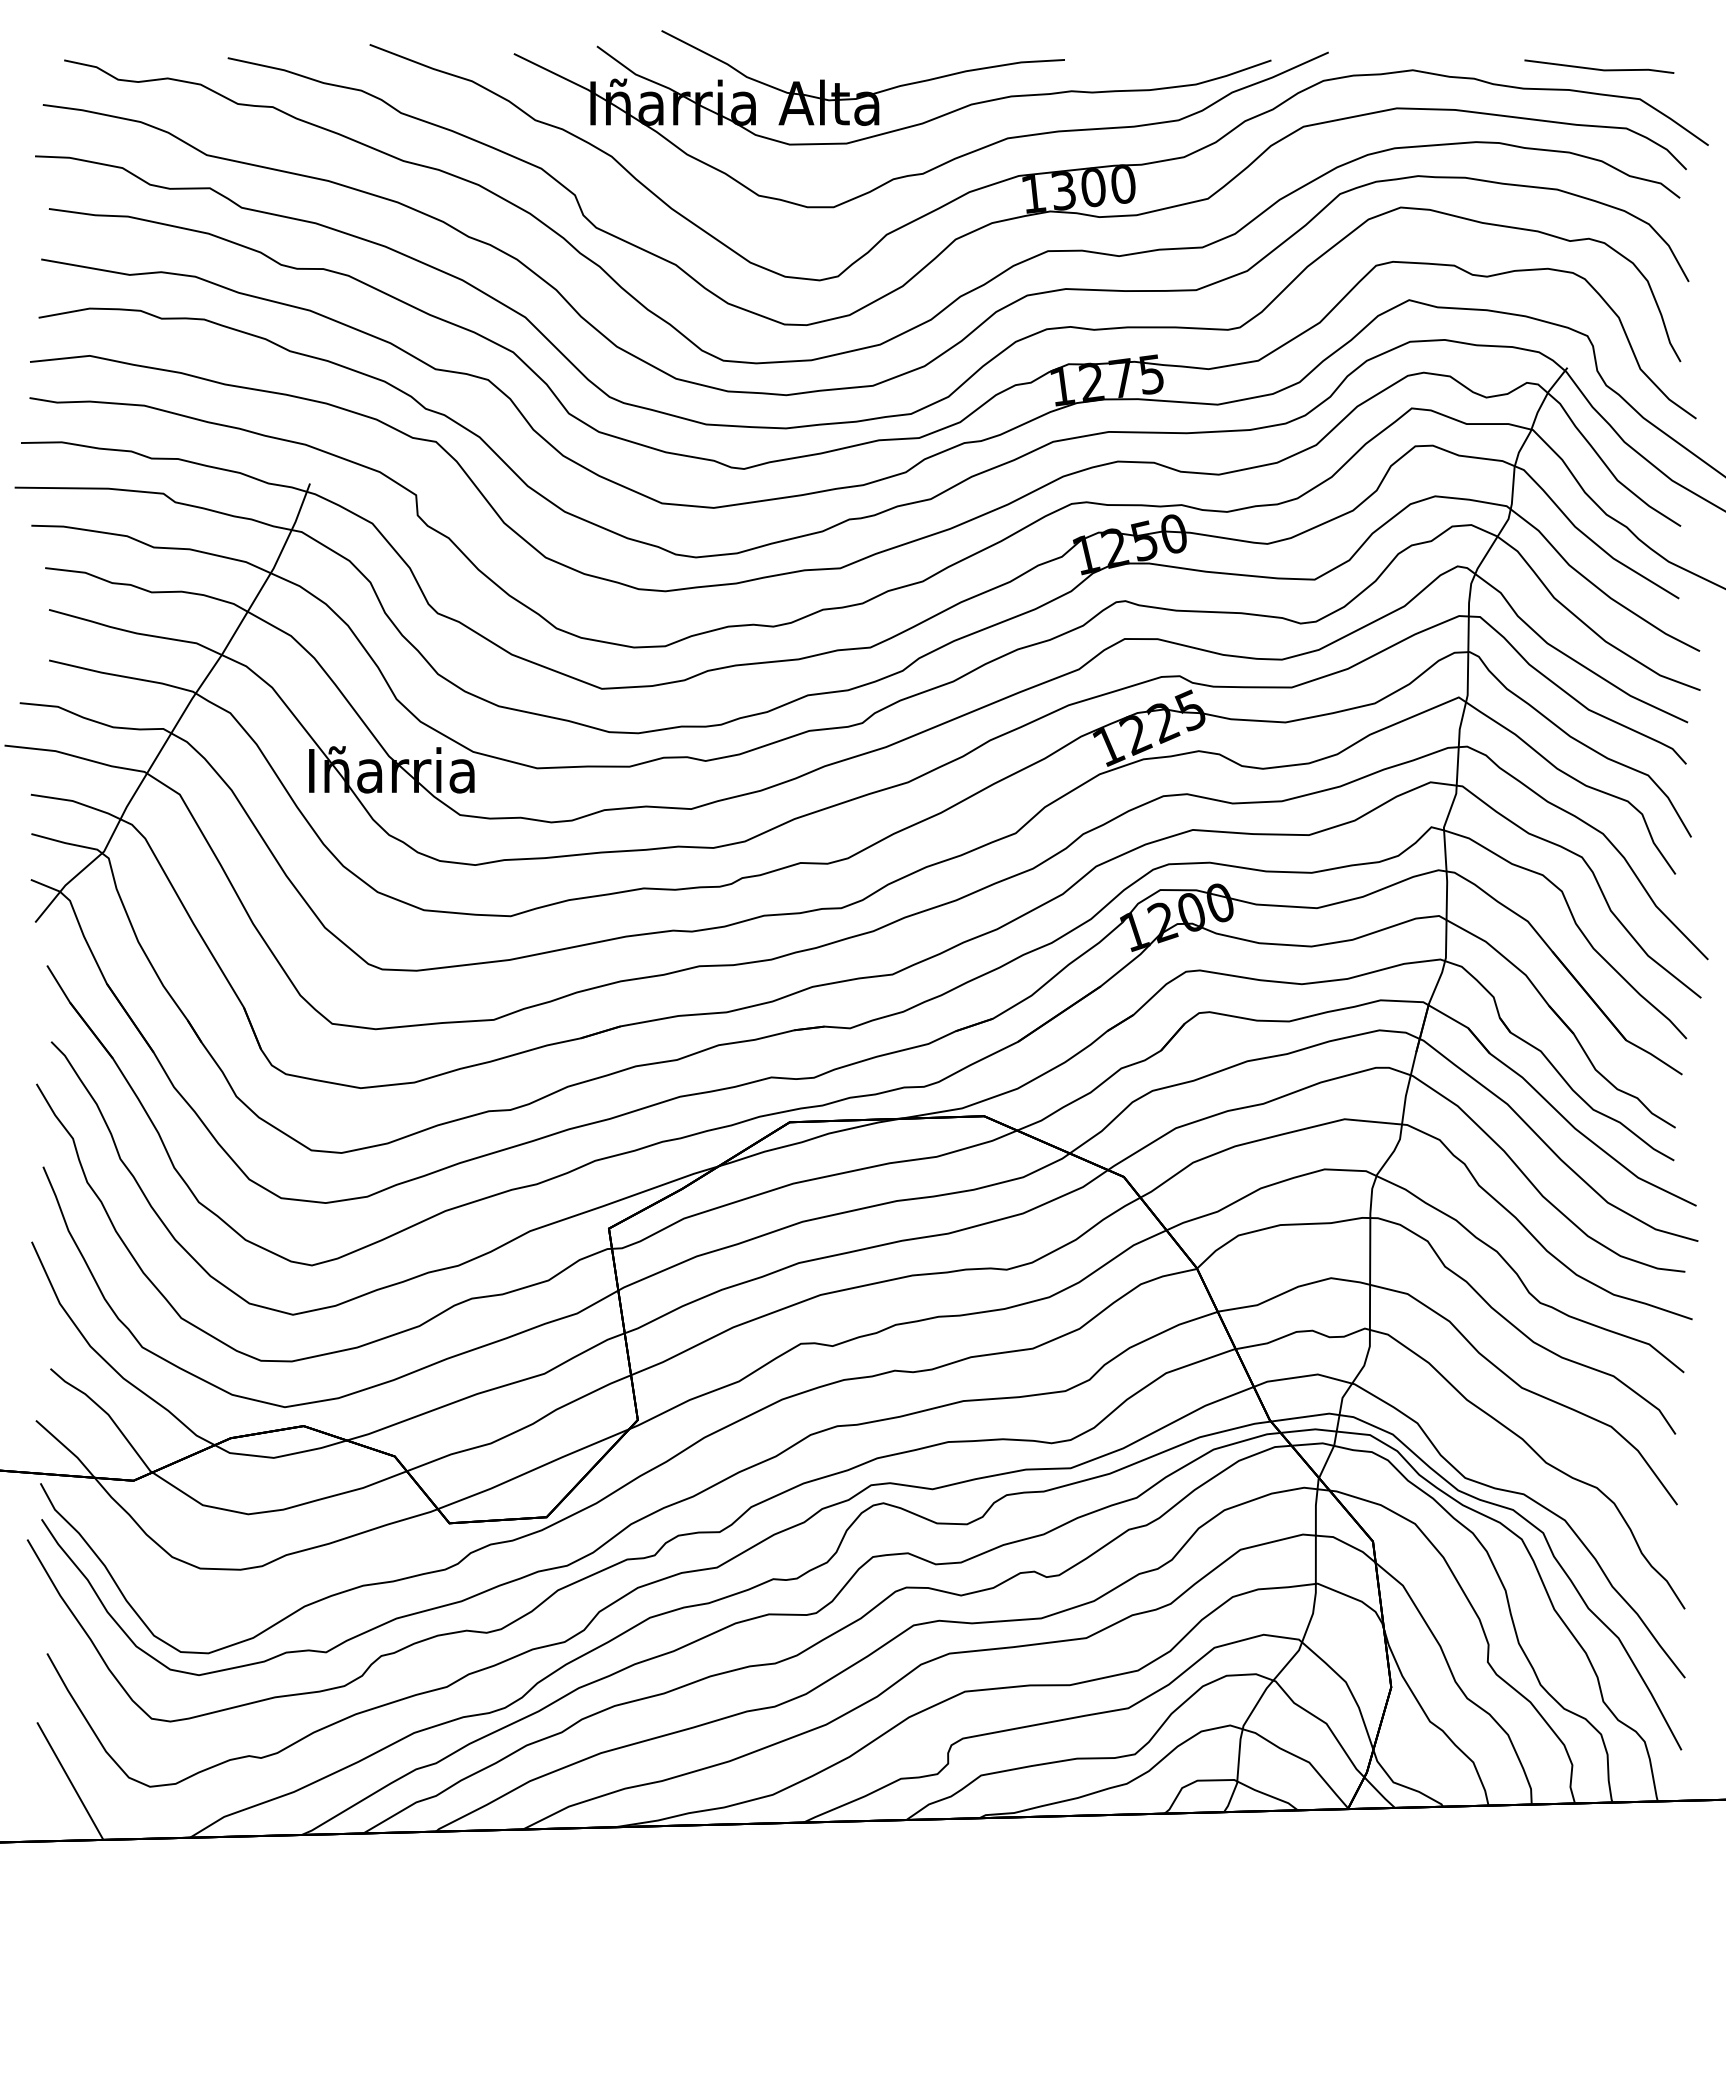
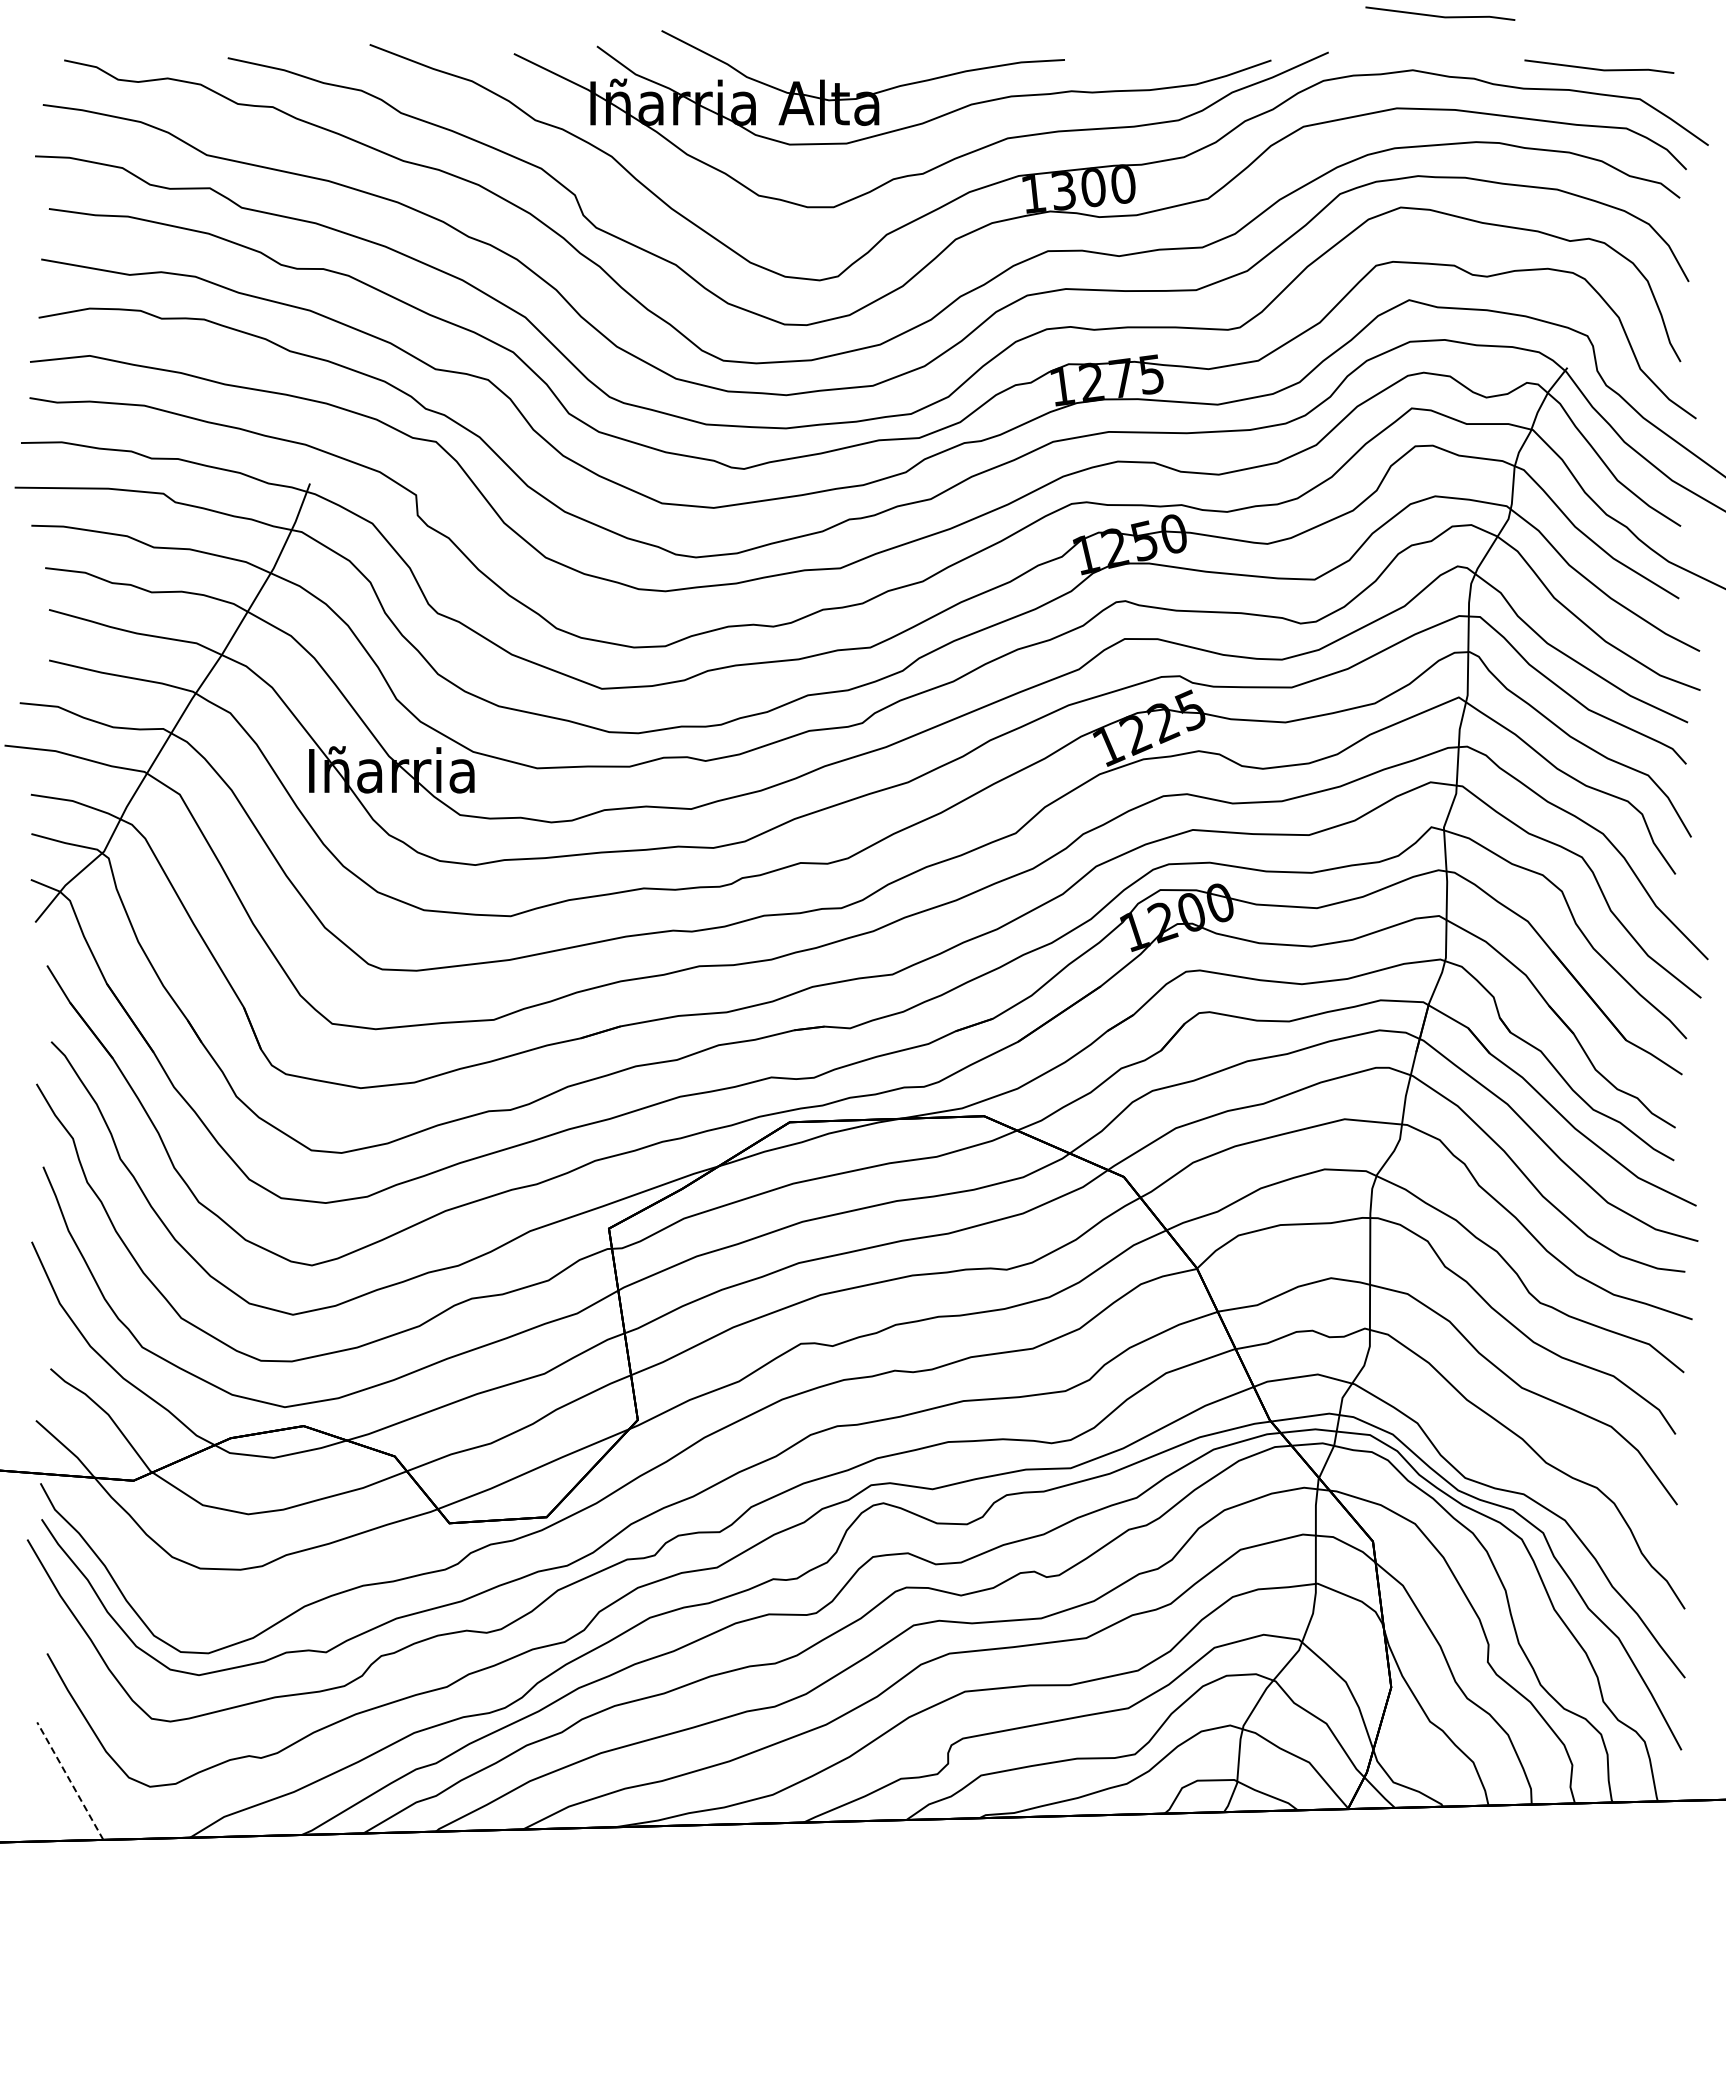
line at (1440, 15): none -> present
line at (70, 1780): solid -> dashed
